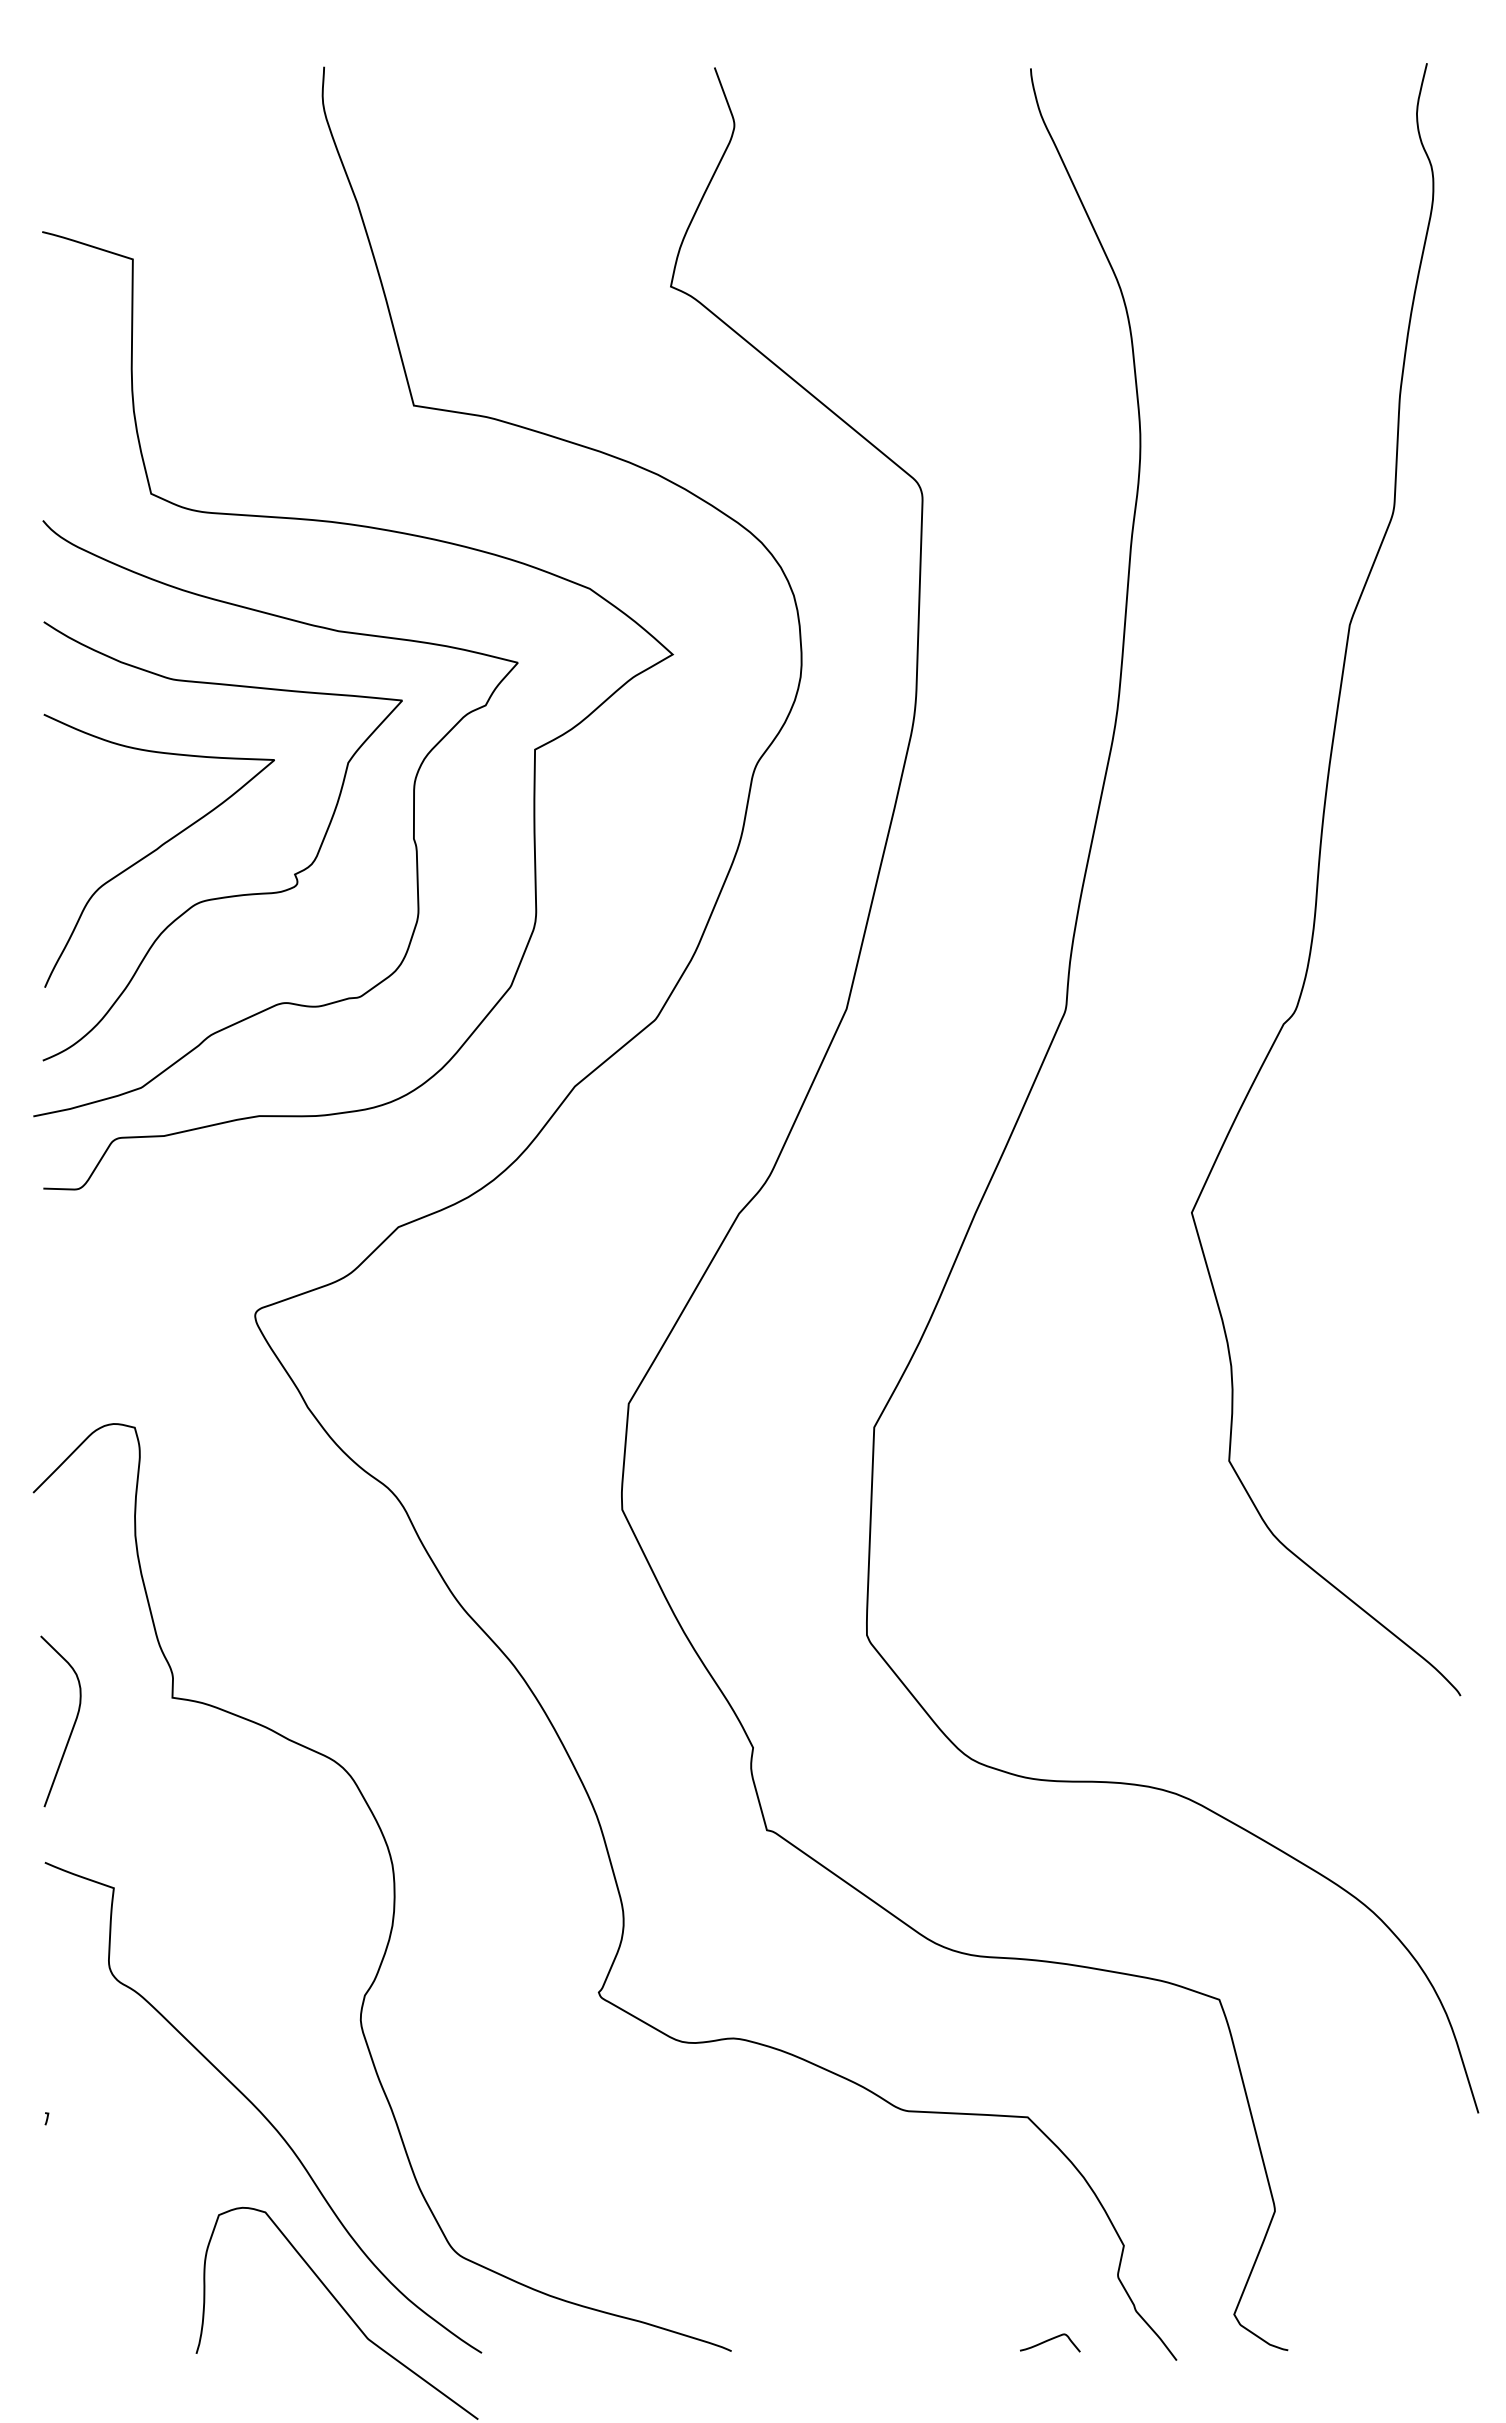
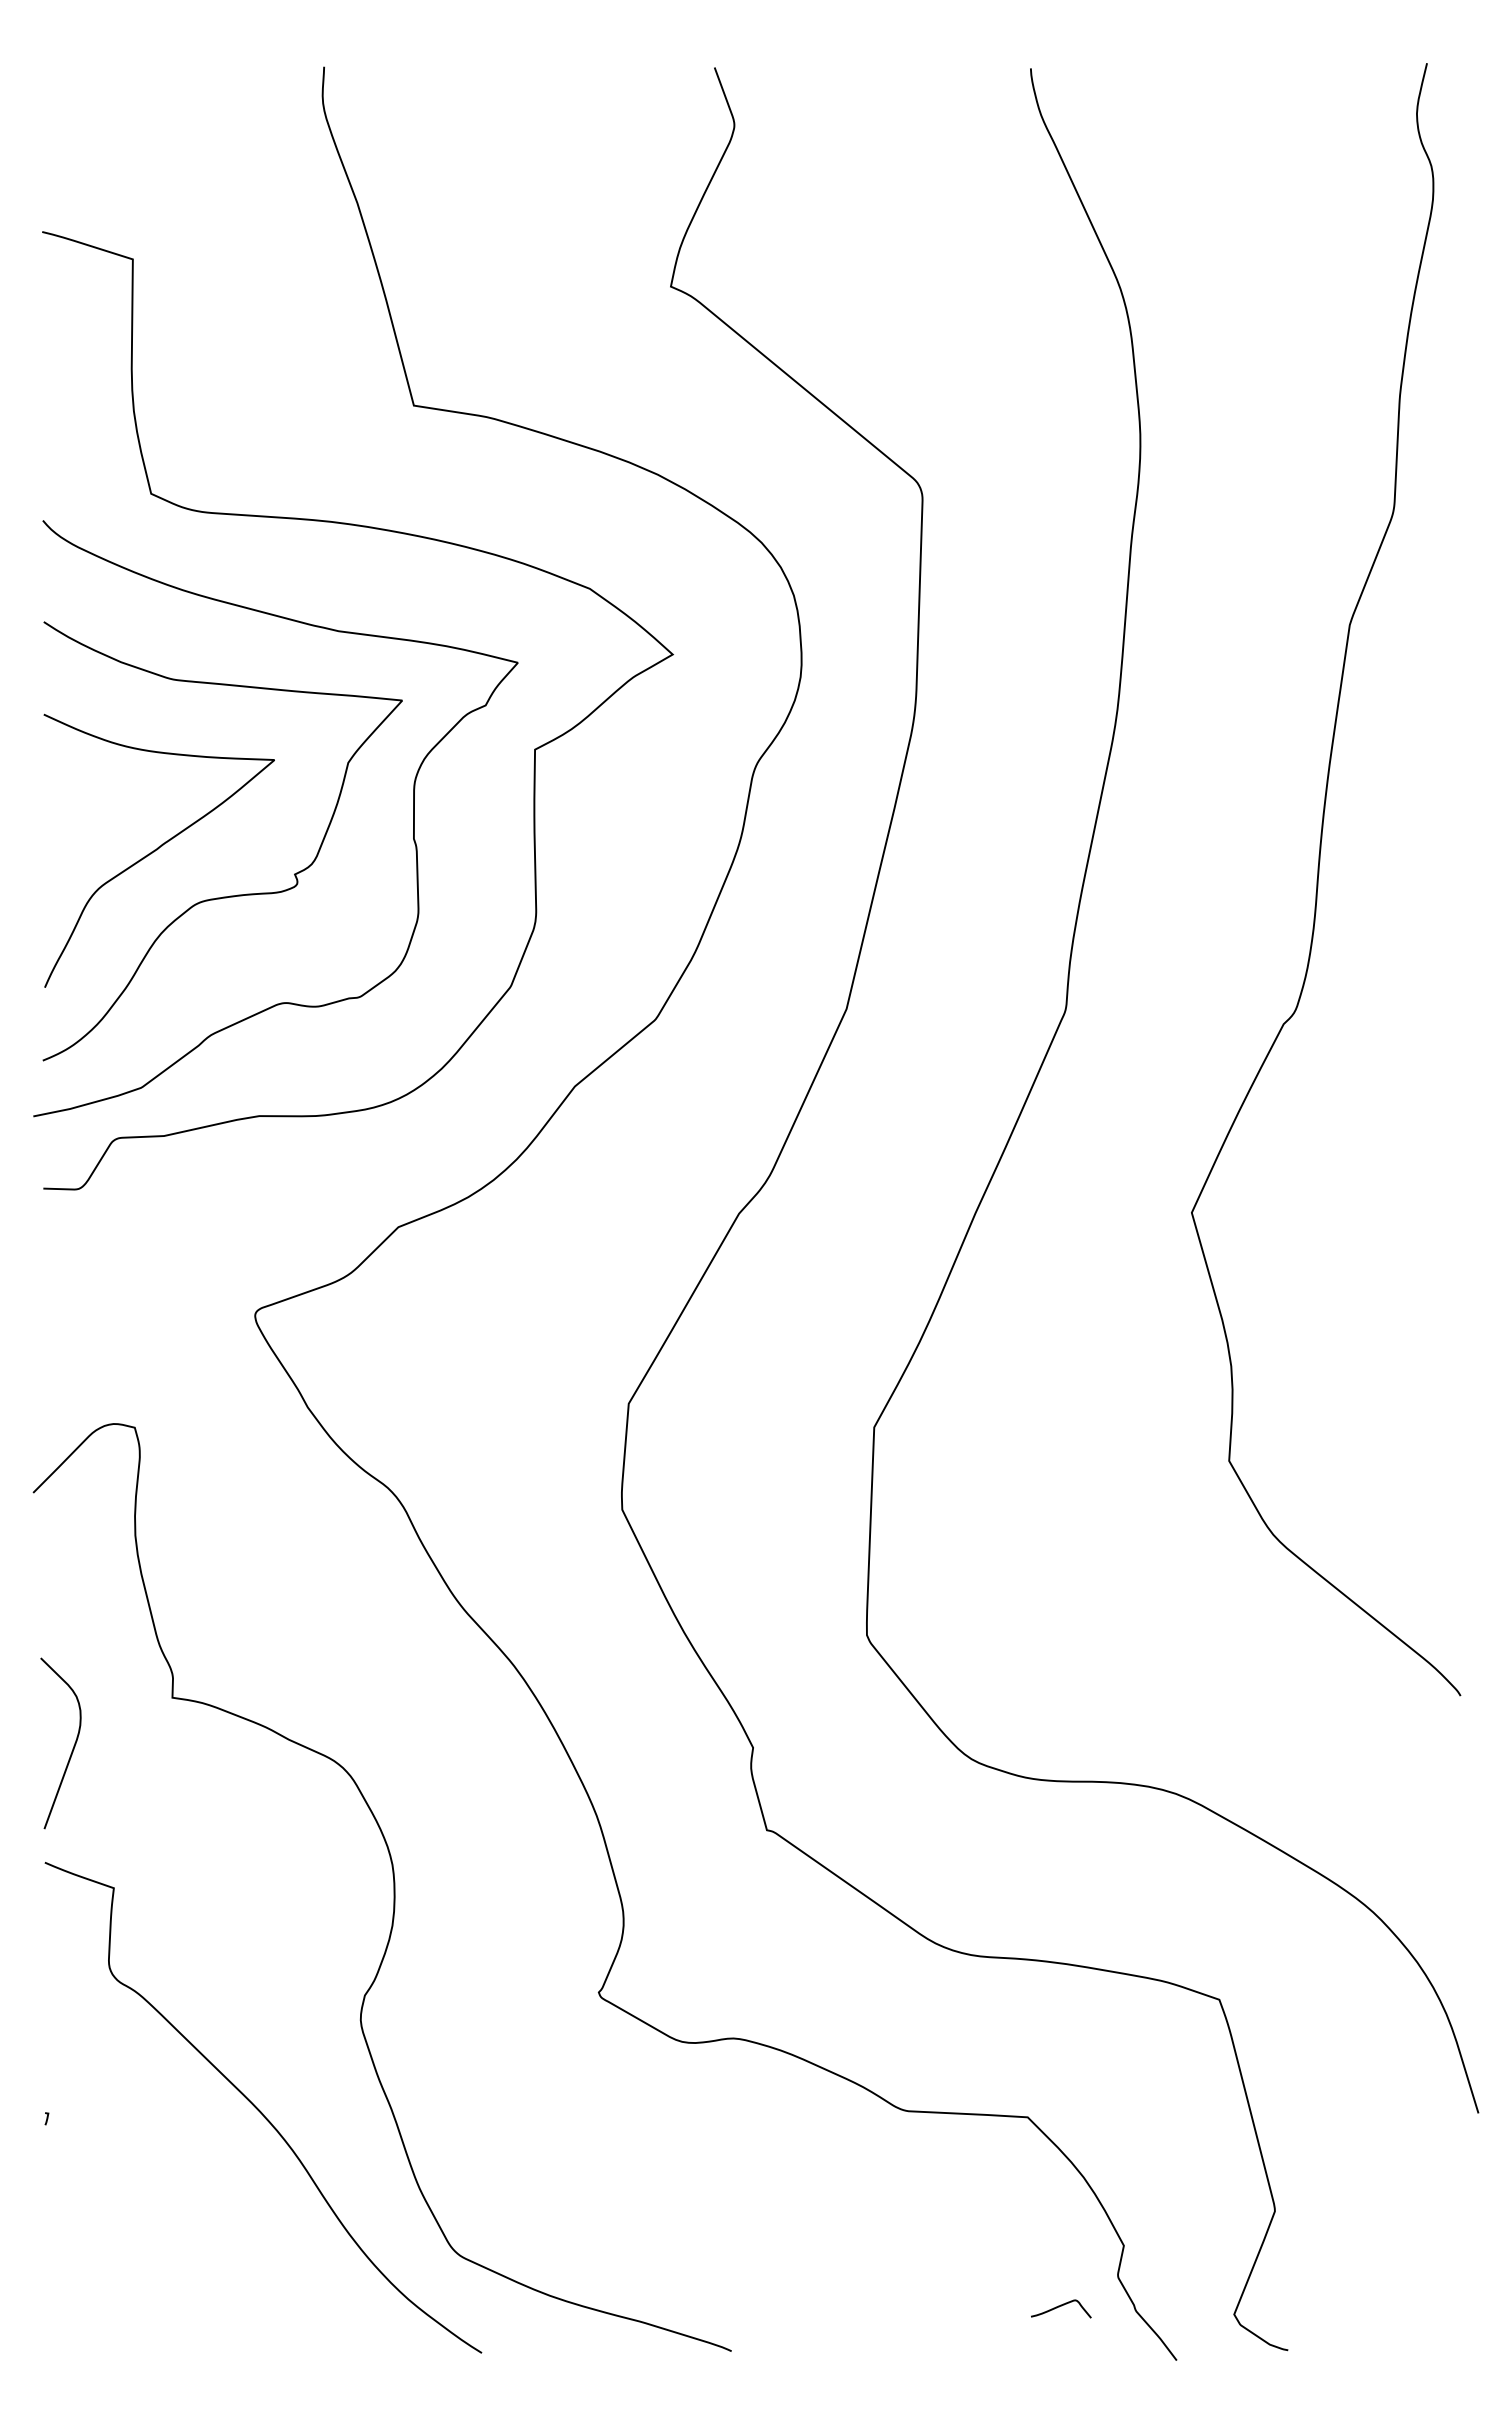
curve at (72, 1726) position: (72, 1726) -> (72, 1748)
curve at (341, 2308): present -> none
curve at (1050, 2340) position: (1050, 2340) -> (1061, 2306)
